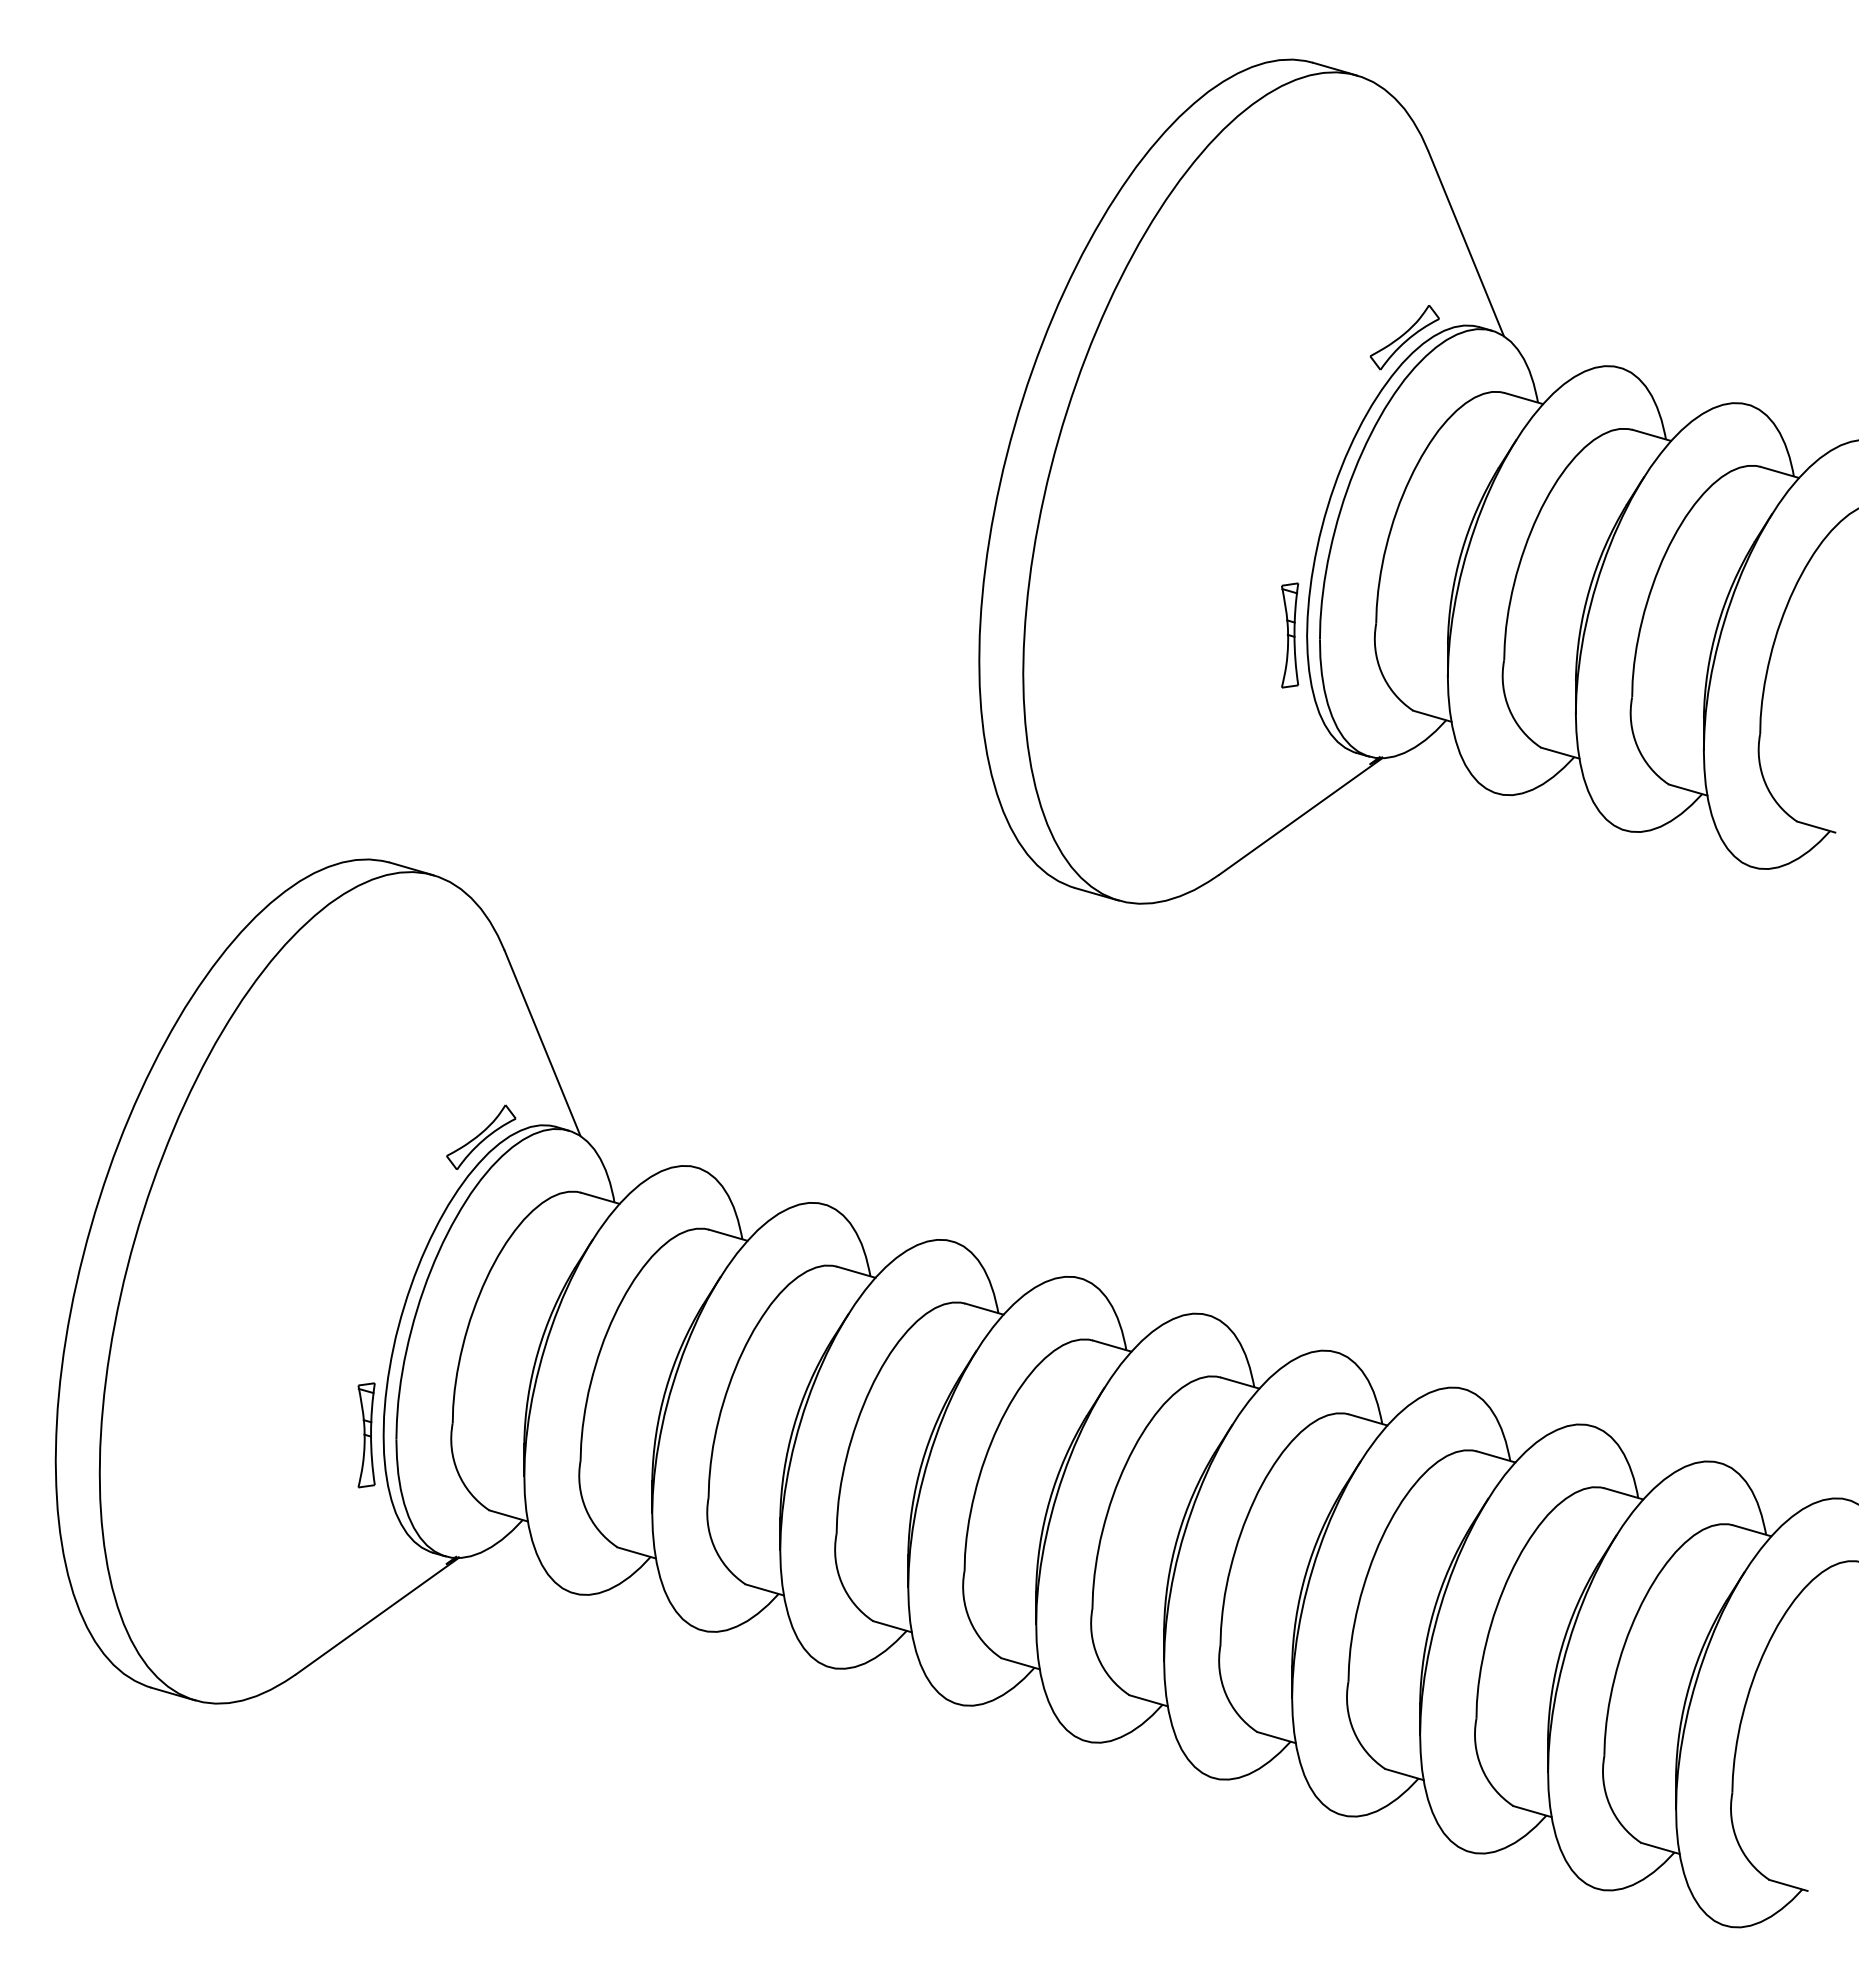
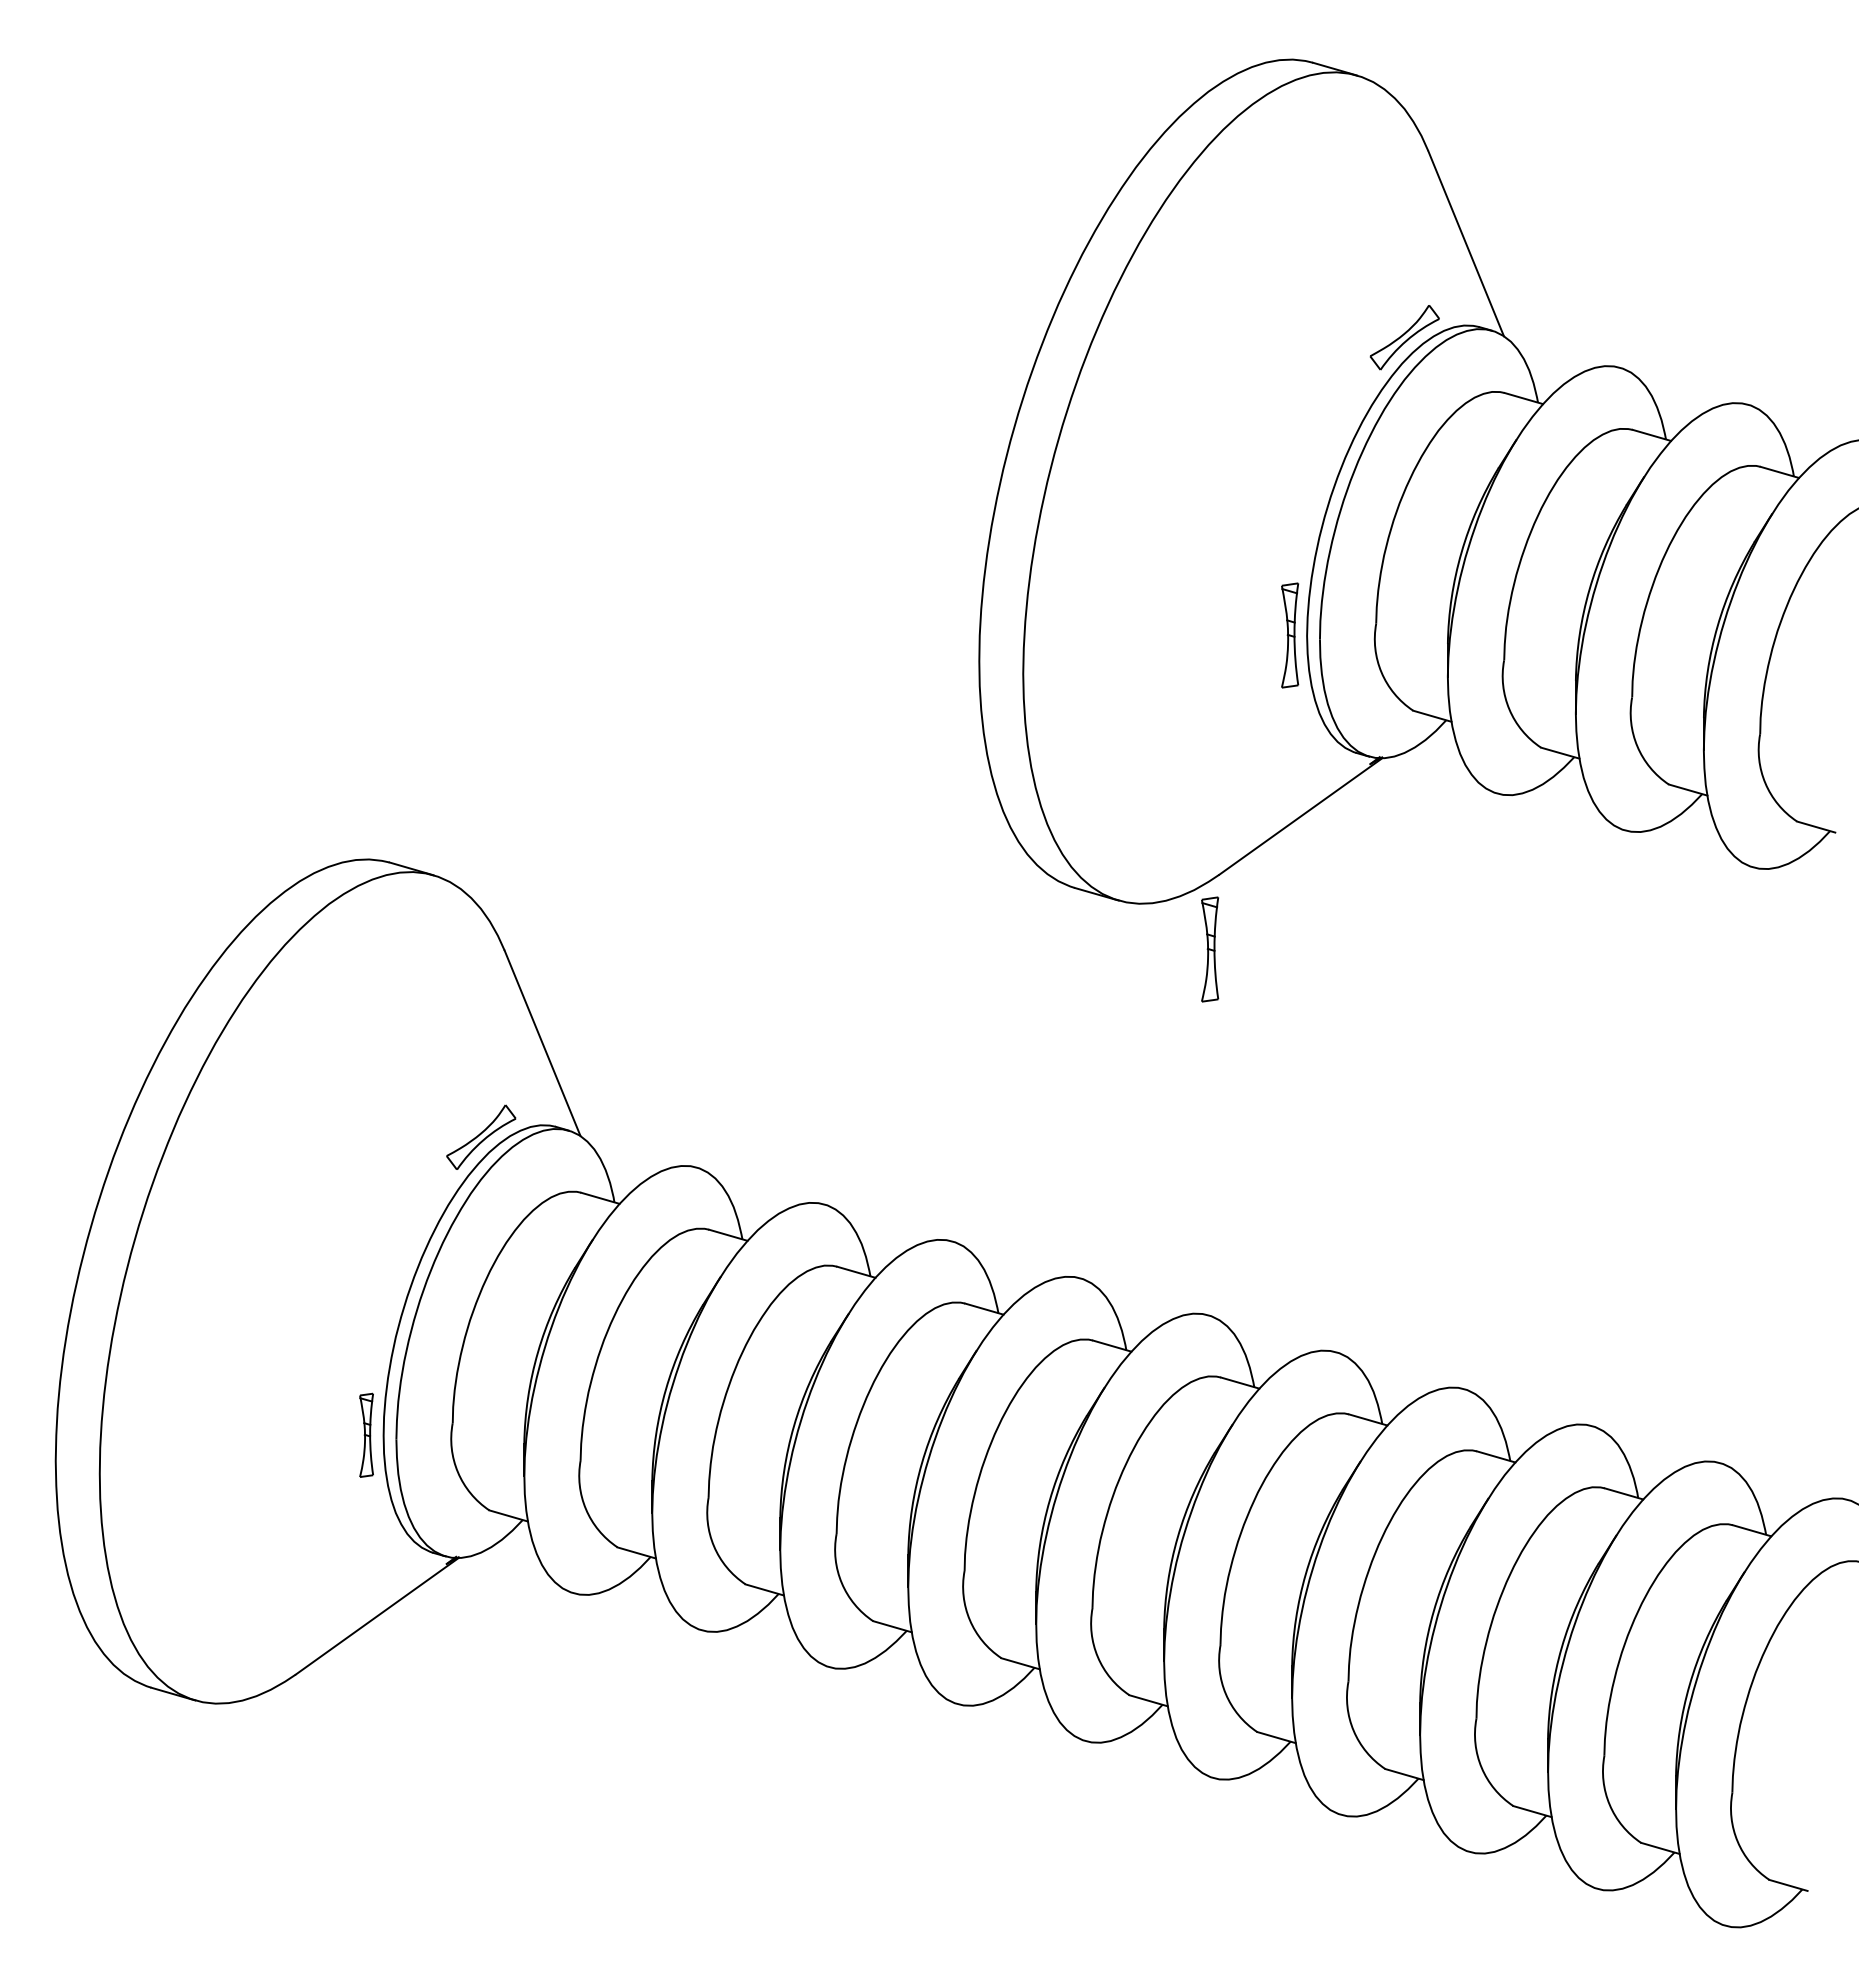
part at (1210, 949): none -> present
part at (366, 1435) size: 19x107 px -> 15x86 px
